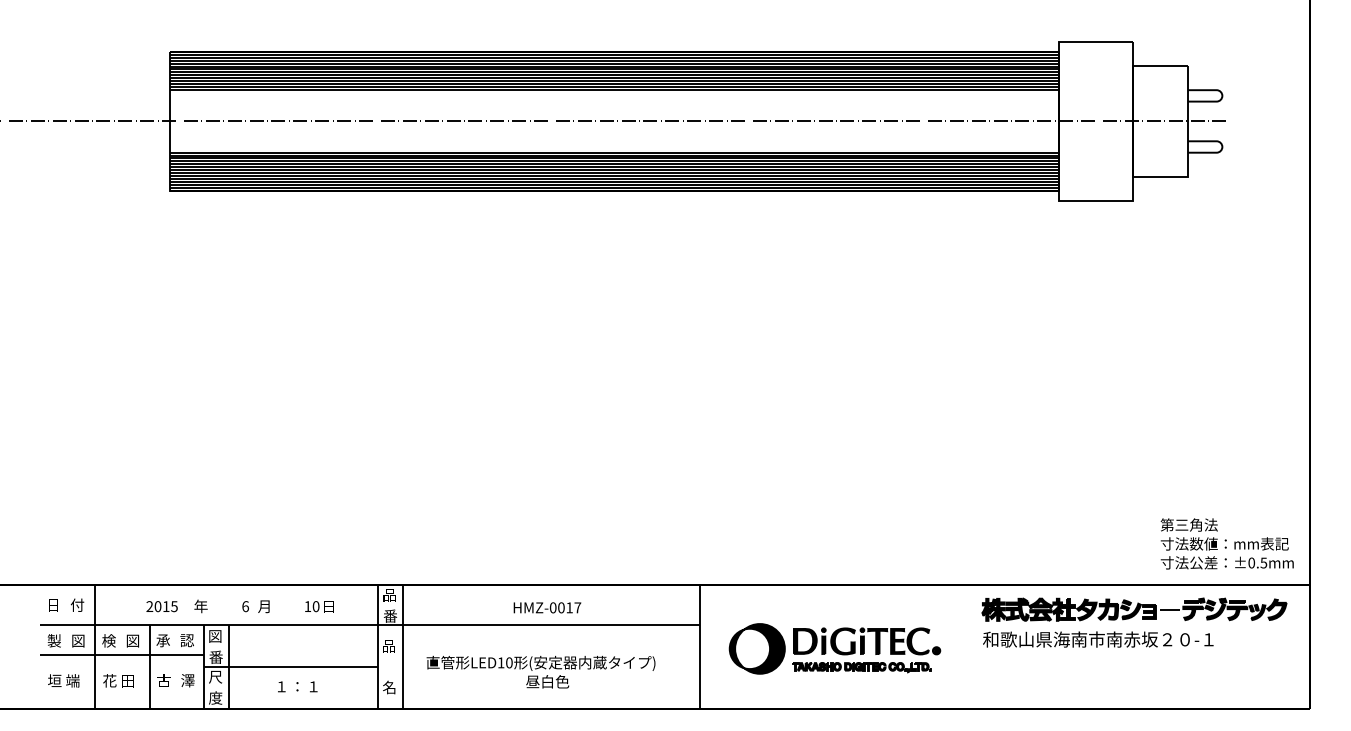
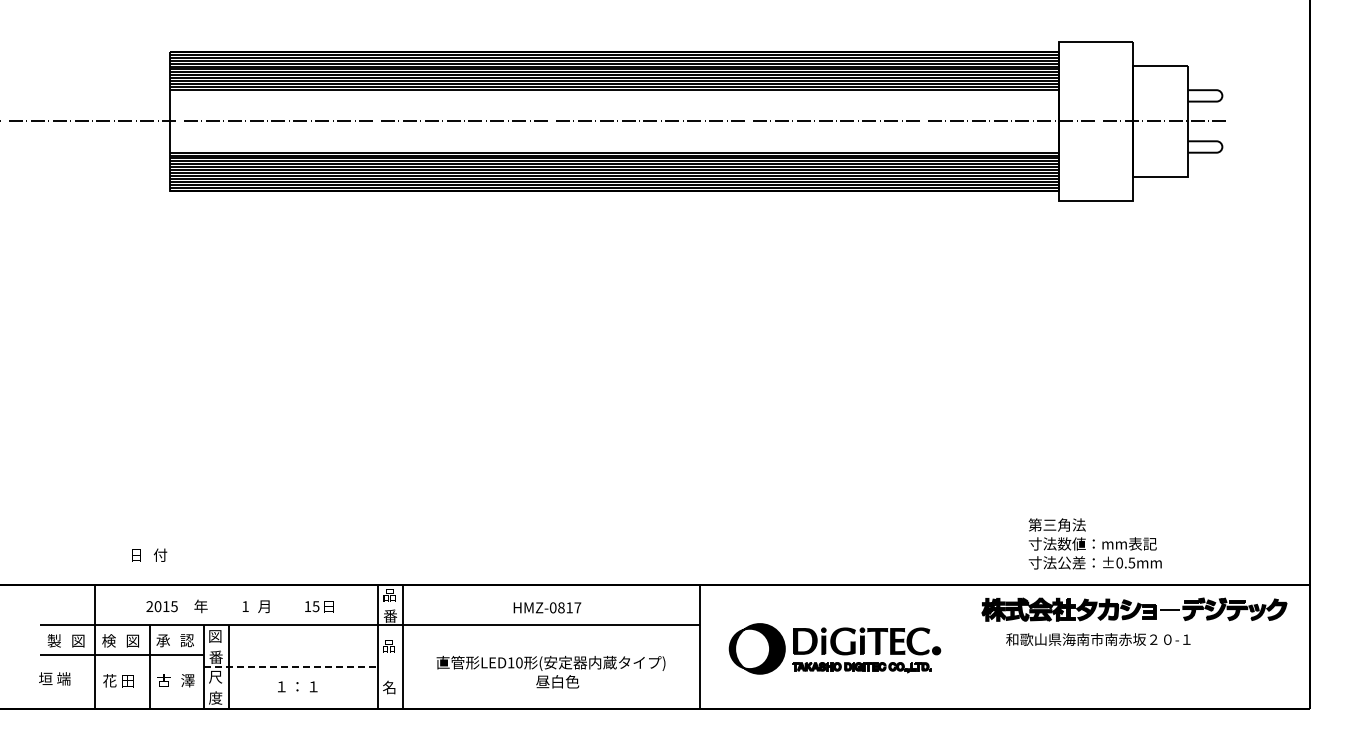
text at (1226, 543) position: (1226, 543) -> (1094, 543)
part at (66, 604) position: (66, 604) -> (149, 554)
text at (245, 606): 6 -> 1
text at (315, 606): 10 -> 15
text at (561, 607): HMZ-0017 -> HMZ-0817
part at (1098, 639) size: 231x17 px -> 185x13 px
line at (291, 666): solid -> dashed
text at (540, 672) position: (540, 672) -> (550, 672)
text at (63, 680) position: (63, 680) -> (54, 678)
